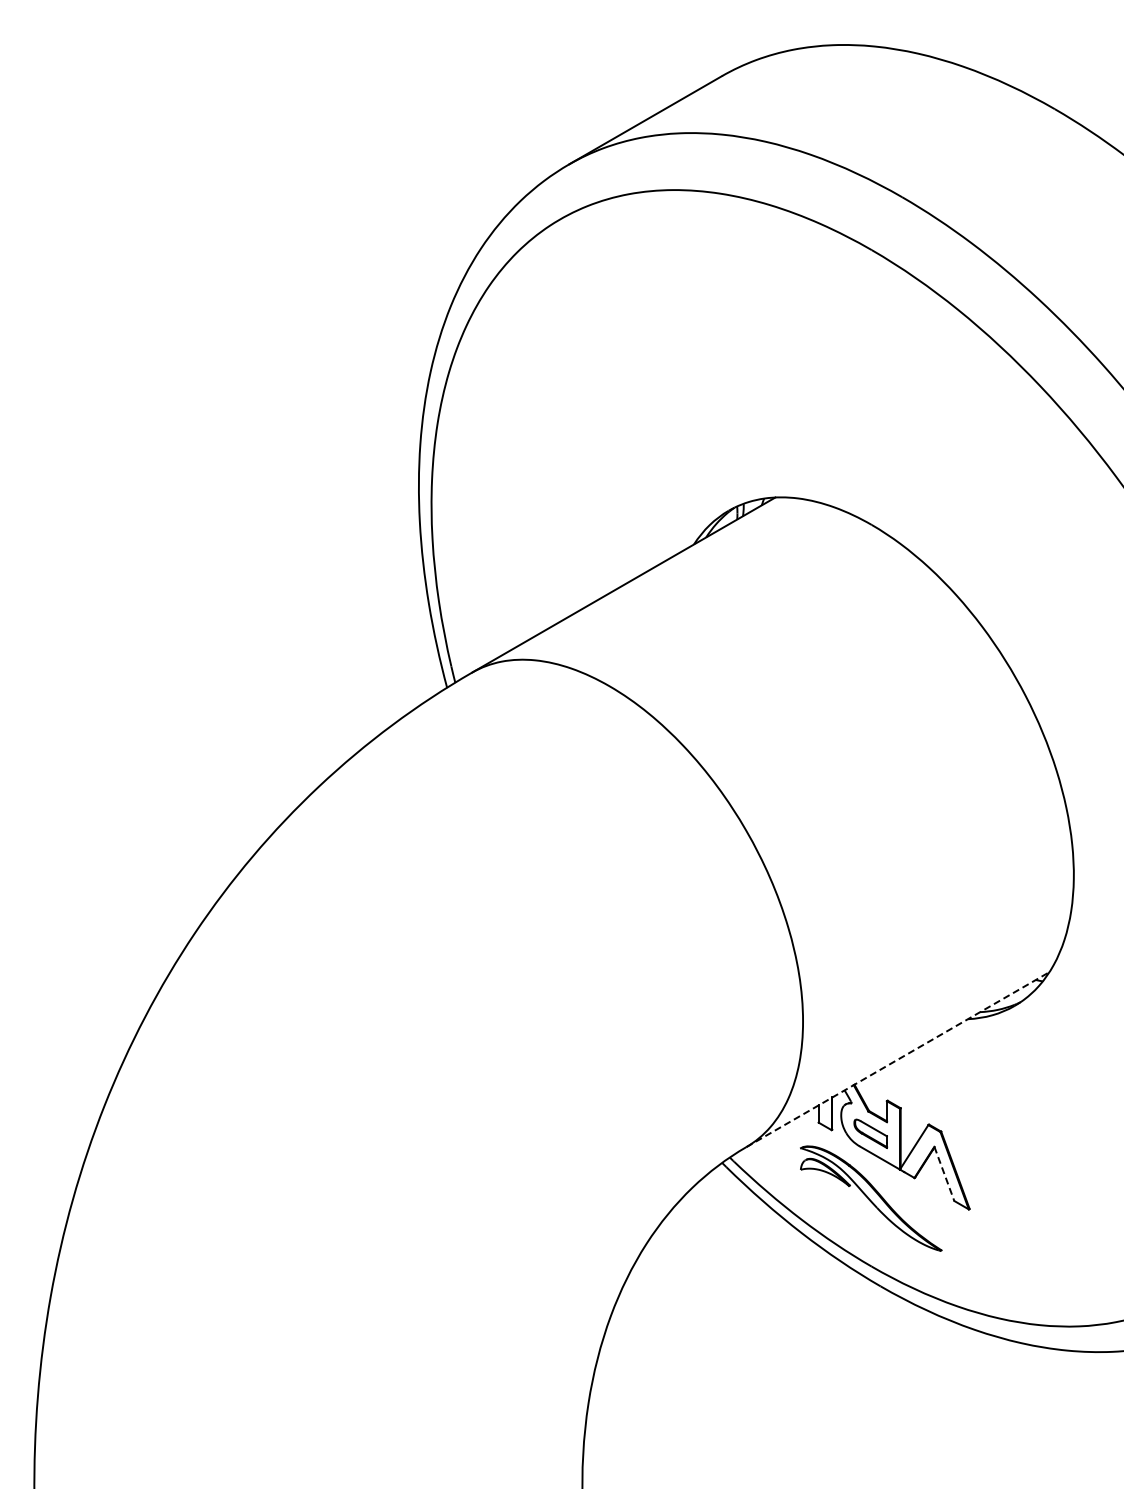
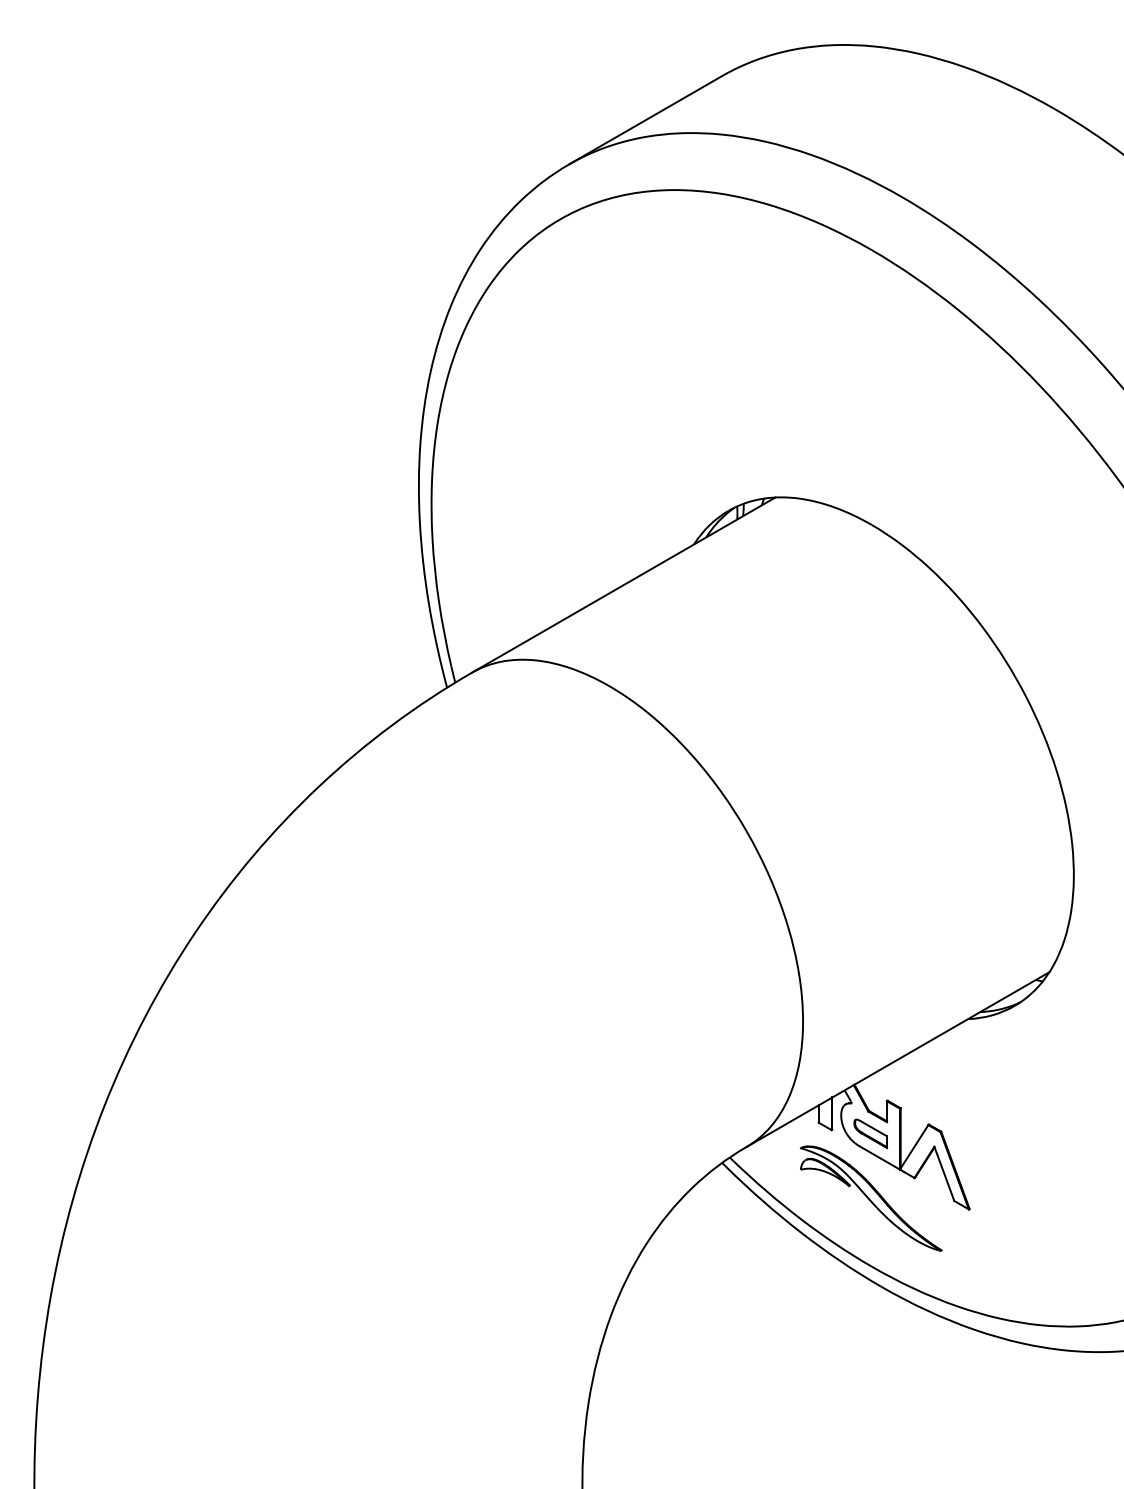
line at (897, 1059): dashed -> solid
line at (944, 1173): dashed -> solid
